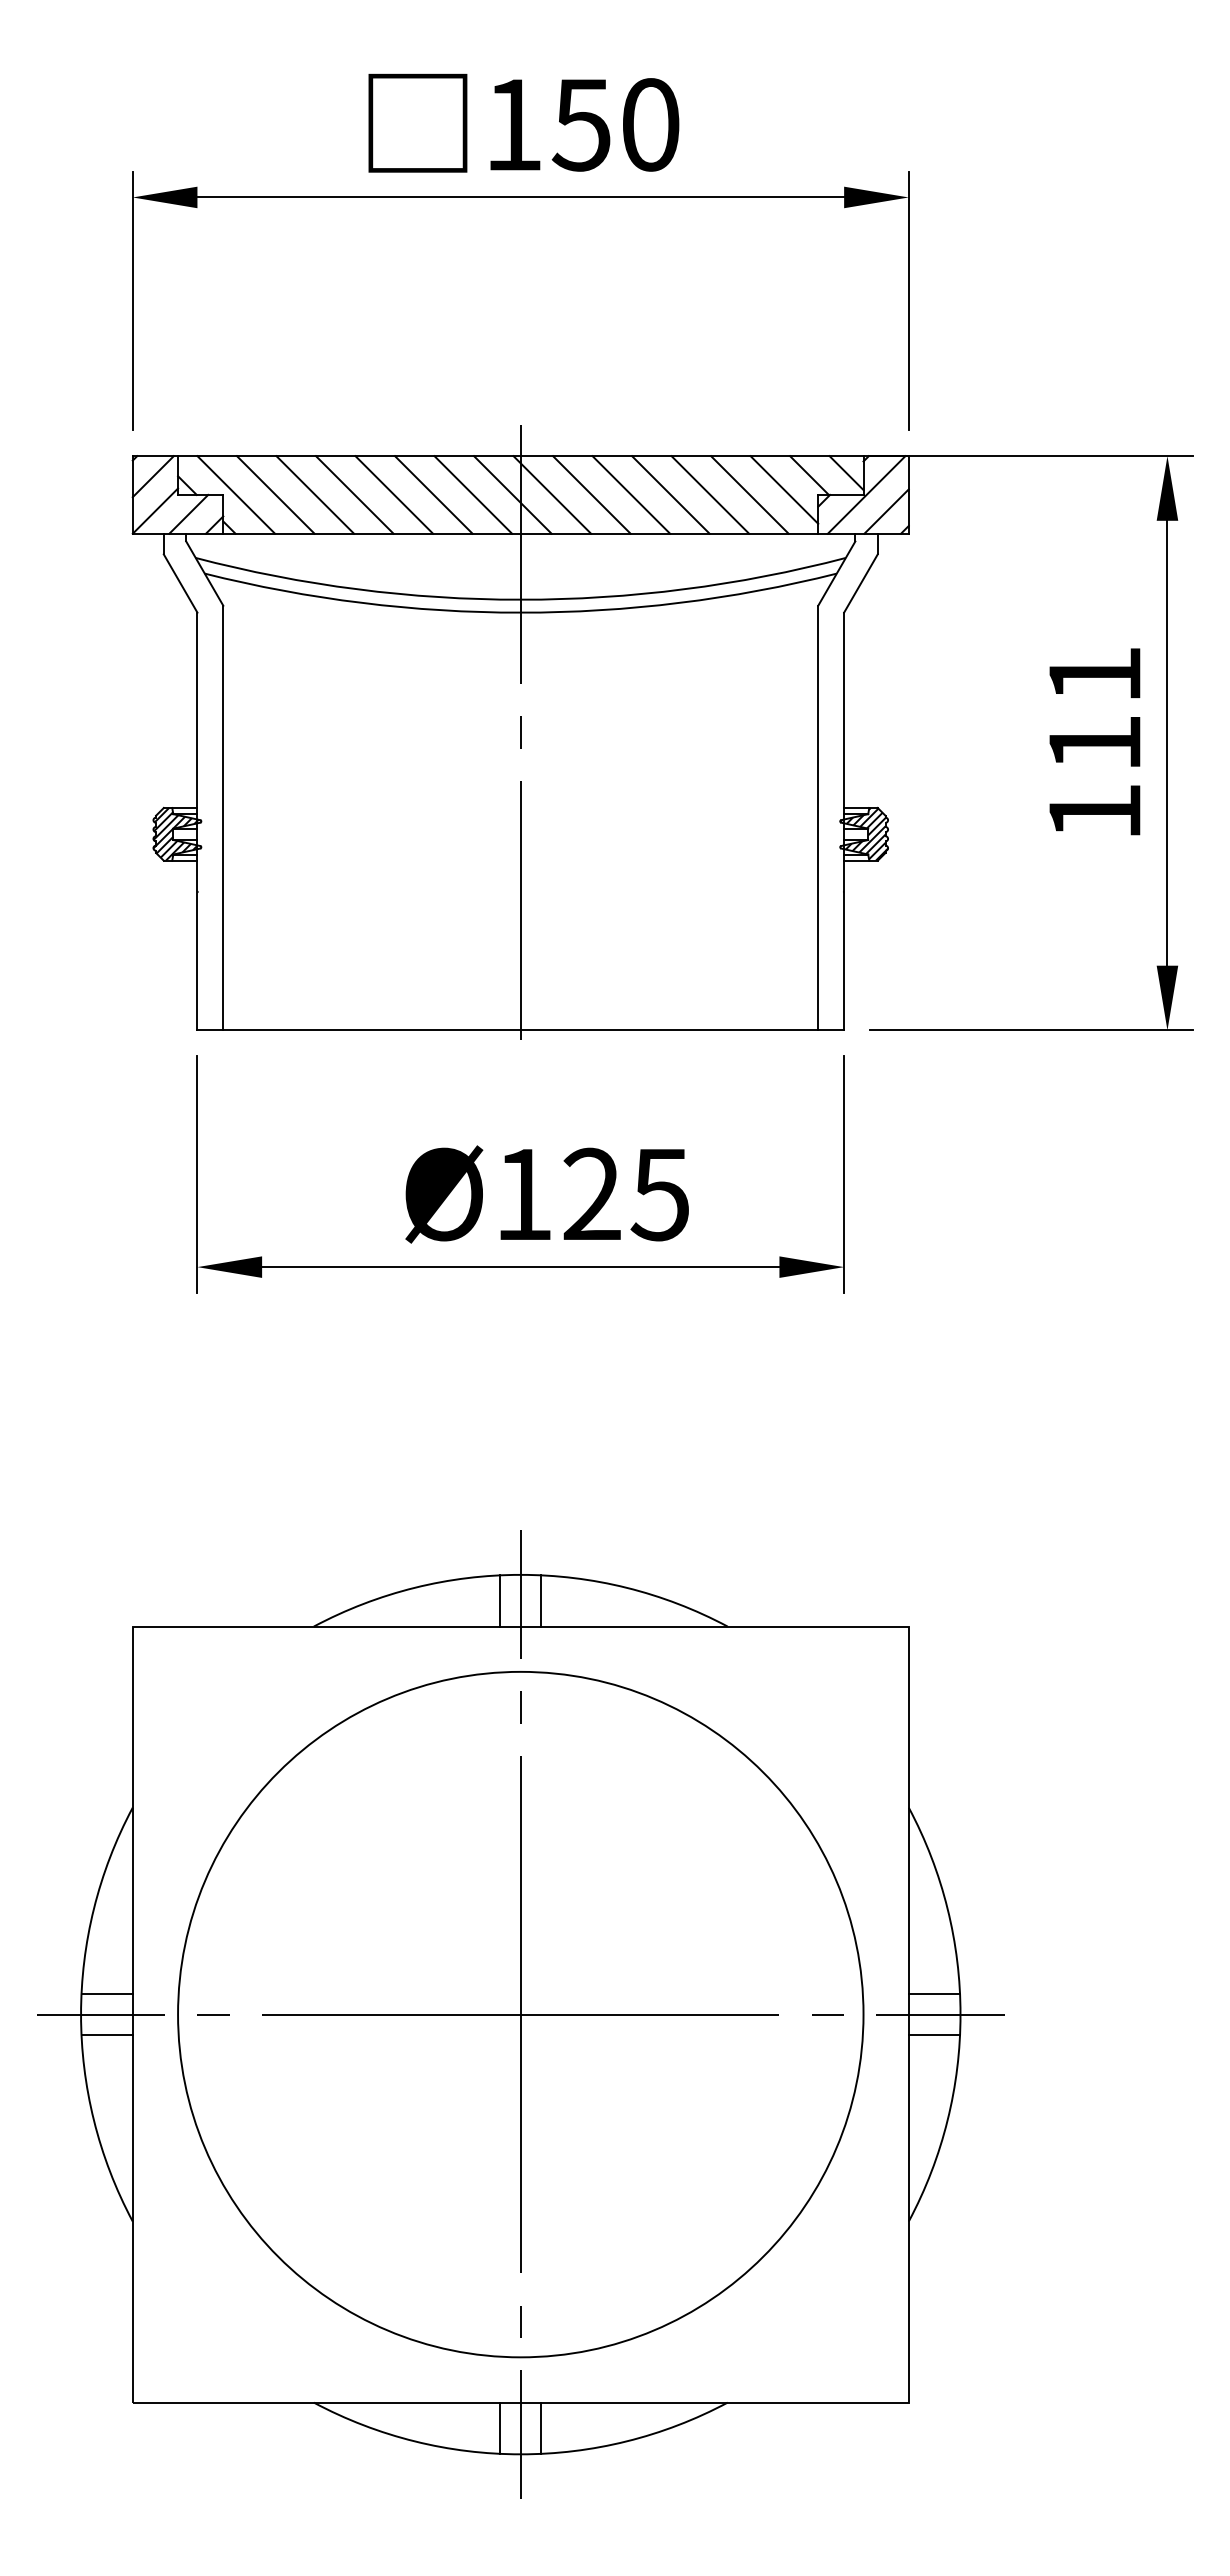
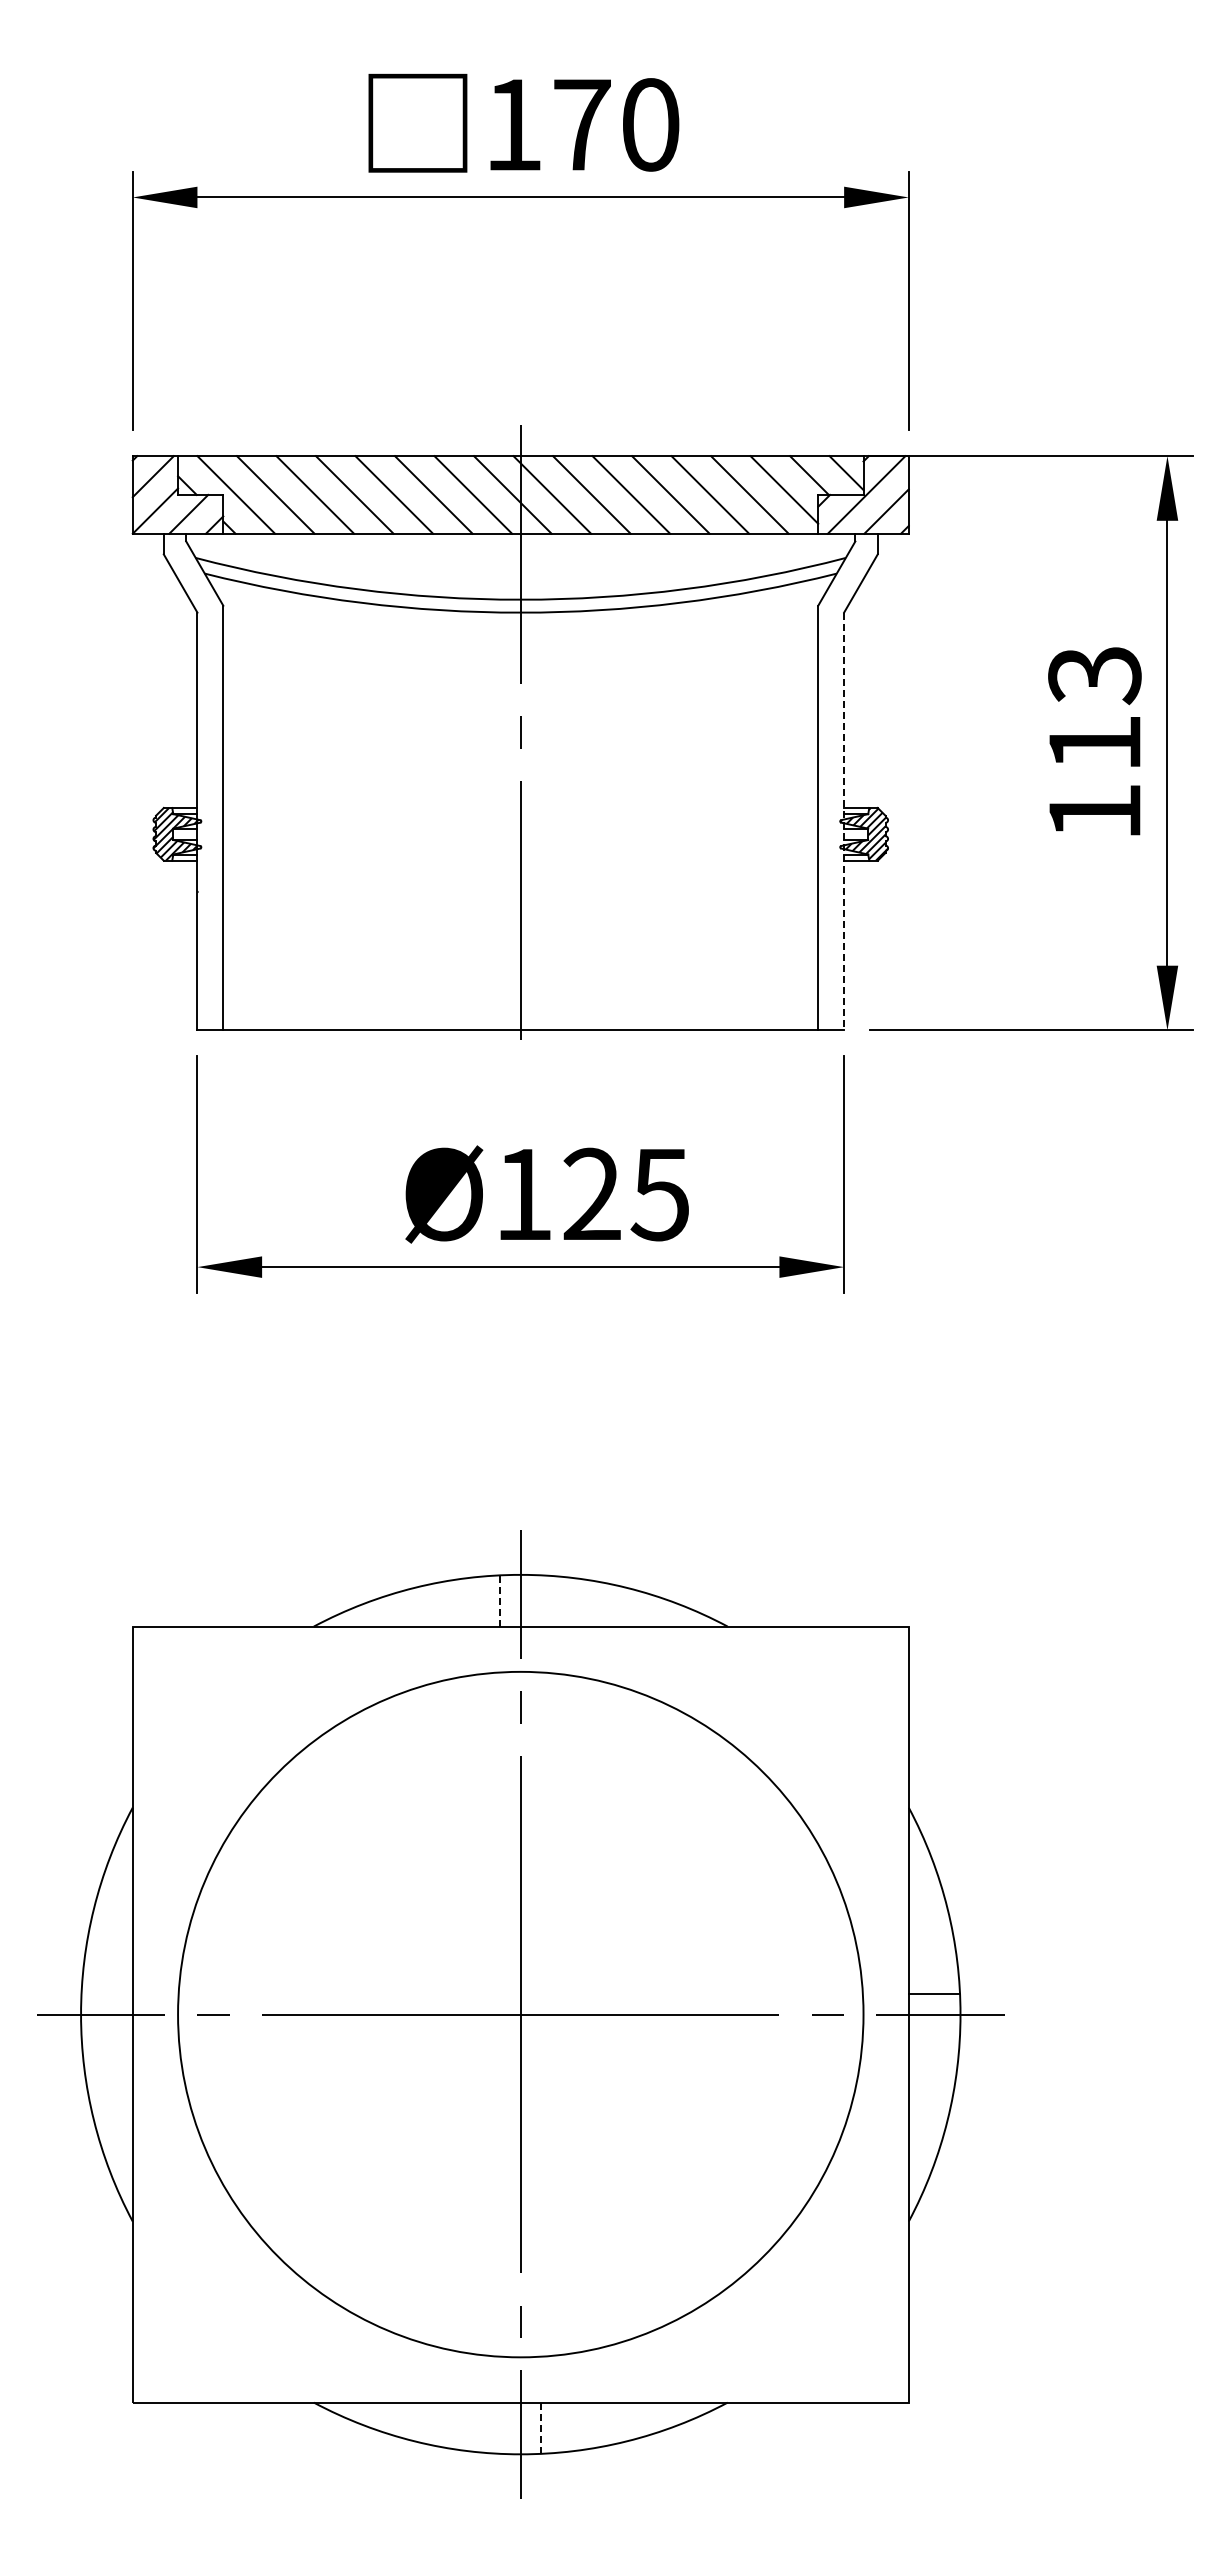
text at (580, 125): 150 -> 170
text at (1094, 676): 111 -> 113
line at (844, 821): solid -> dashed
line at (500, 1600): solid -> dashed
line at (541, 1600): present -> none
line at (106, 1993): present -> none
line at (106, 2035): present -> none
line at (934, 2035): present -> none
line at (500, 2427): present -> none
line at (541, 2428): solid -> dashed
